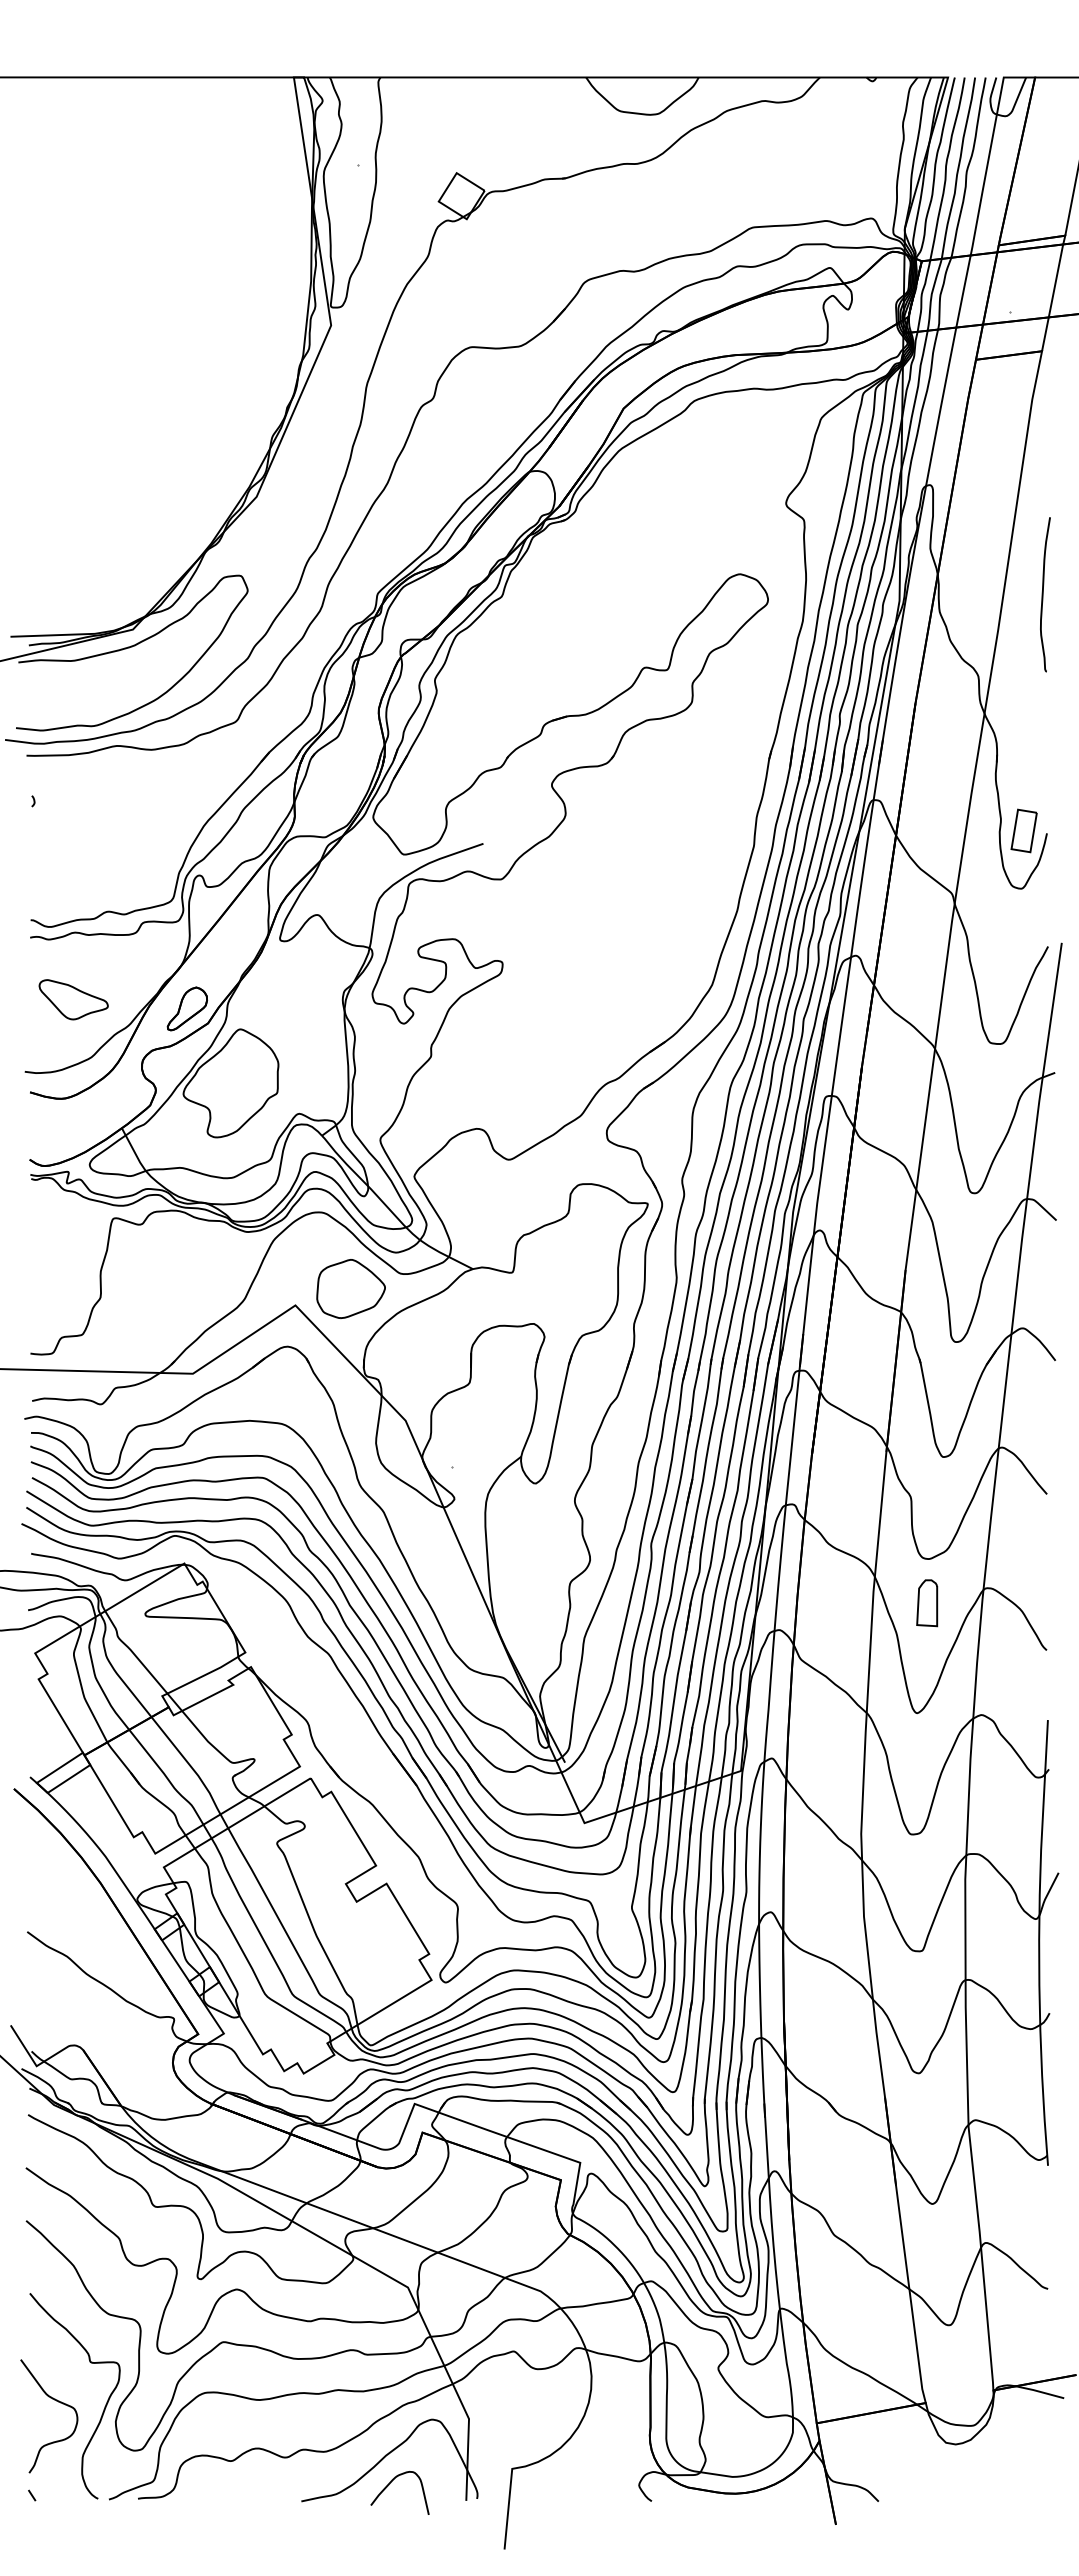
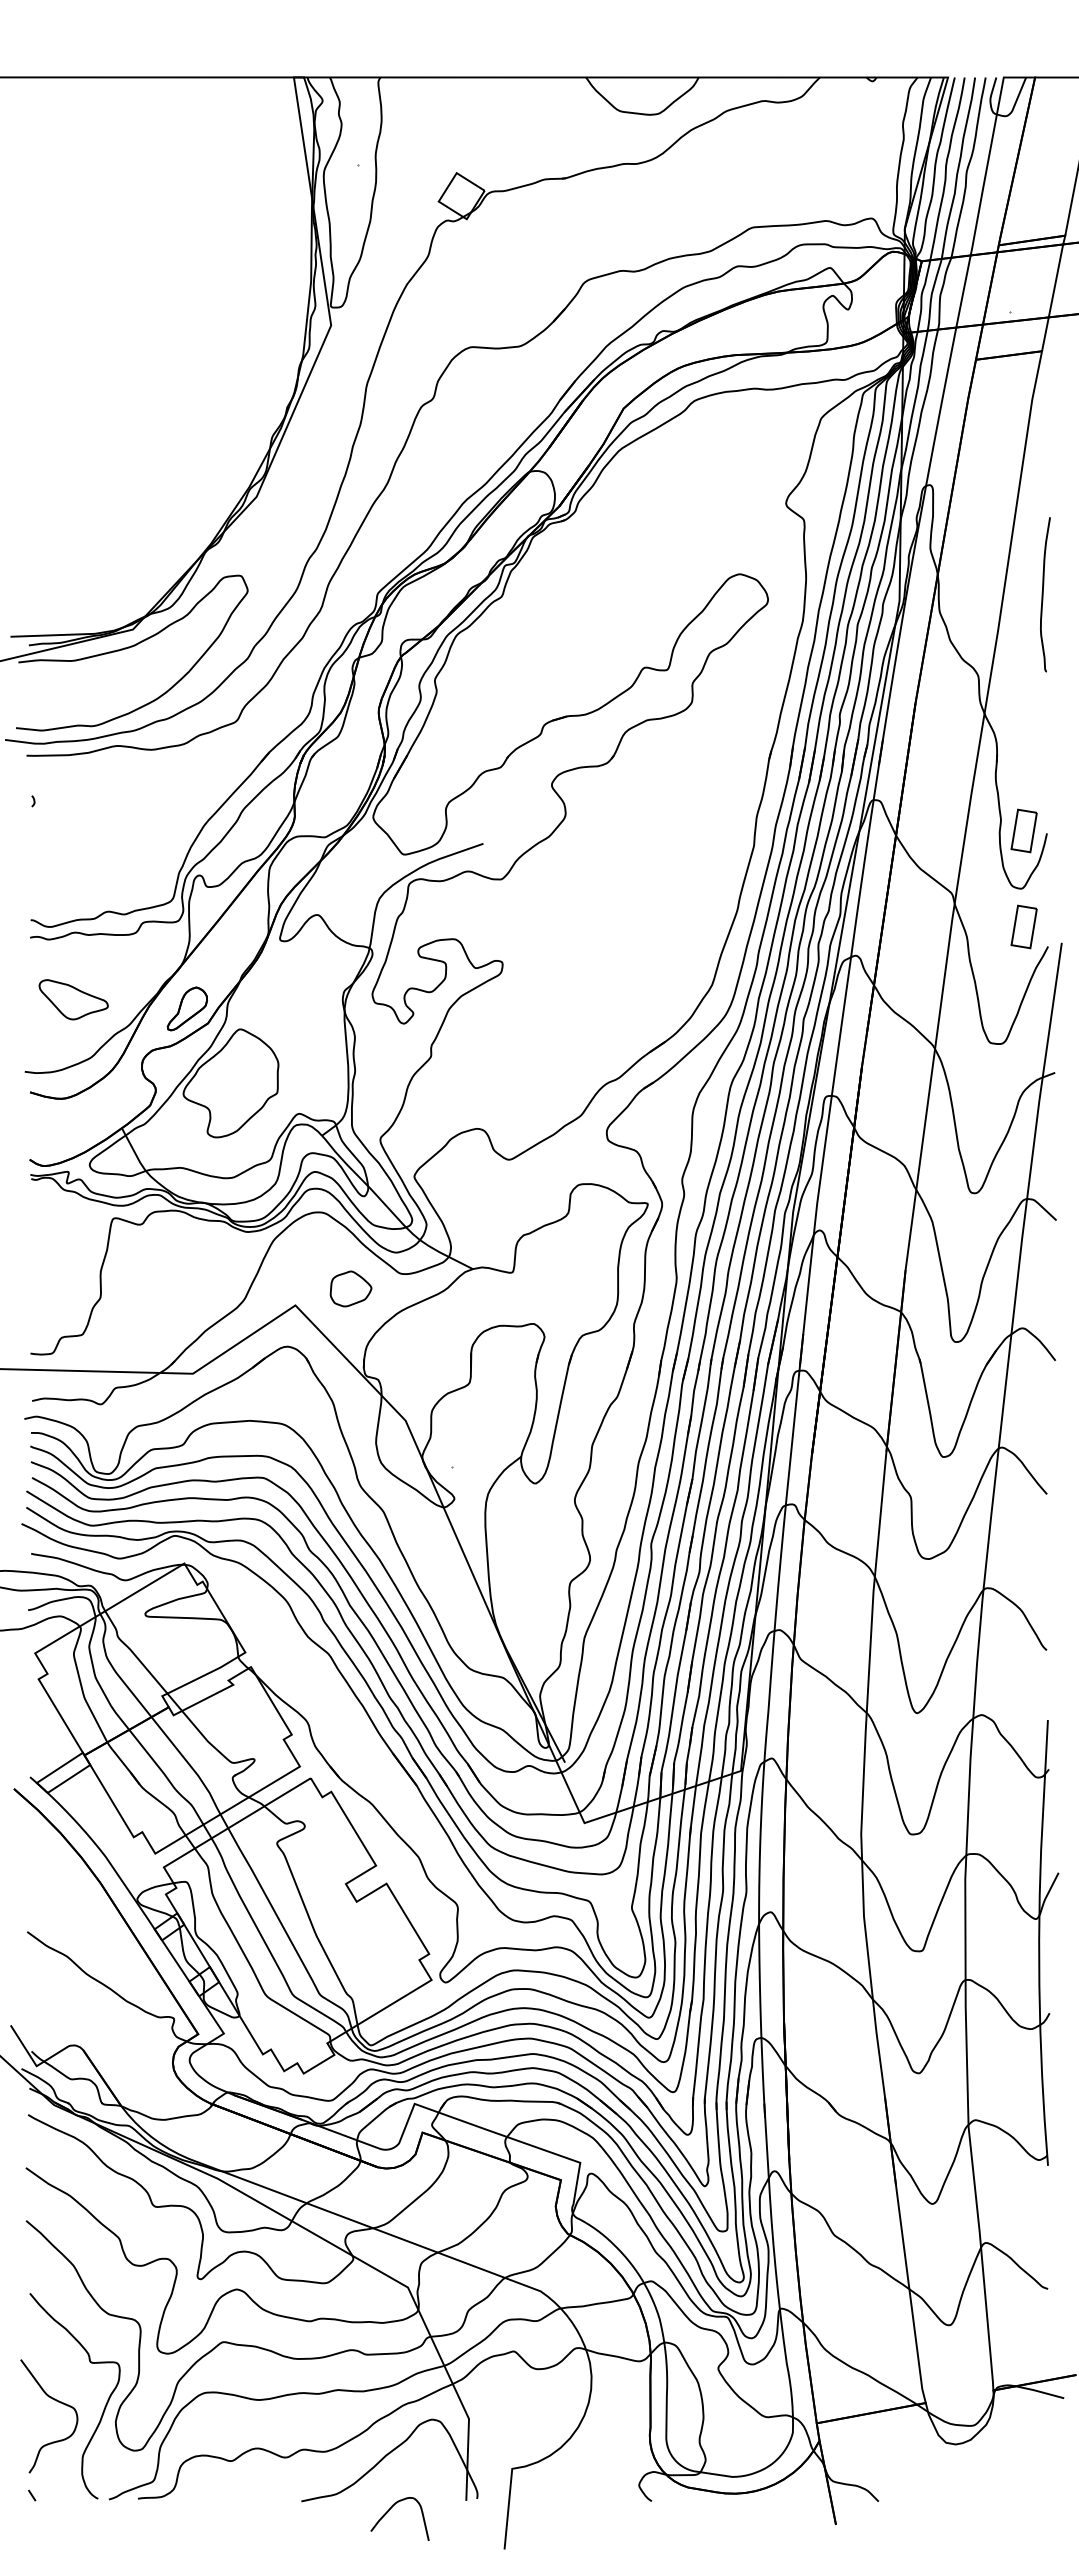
part at (1023, 926): none -> present
part at (350, 1288) size: 70x60 px -> 44x38 px
part at (927, 1603): present -> none
curve at (389, 2485) position: (389, 2485) -> (389, 2511)
